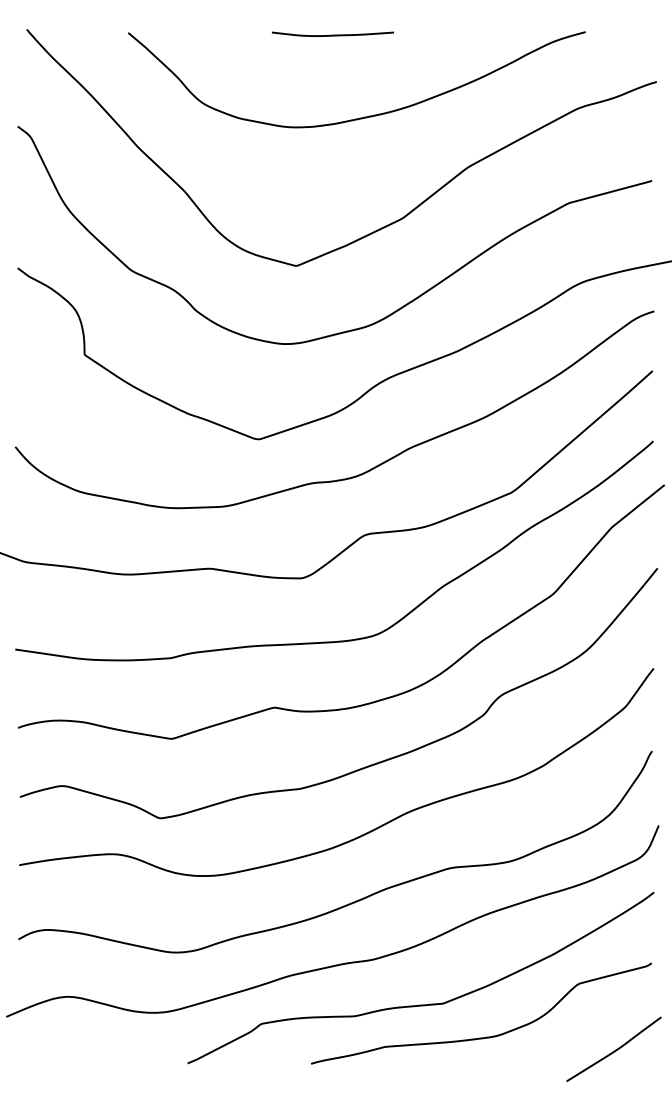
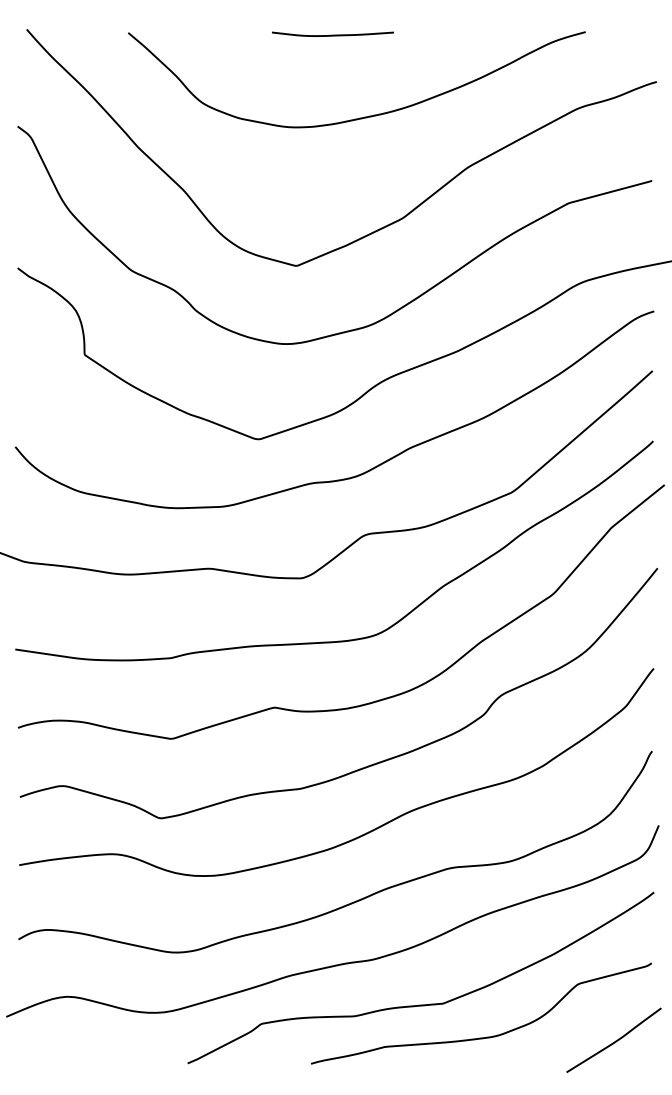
curve at (615, 1049) position: (615, 1049) -> (615, 1040)
